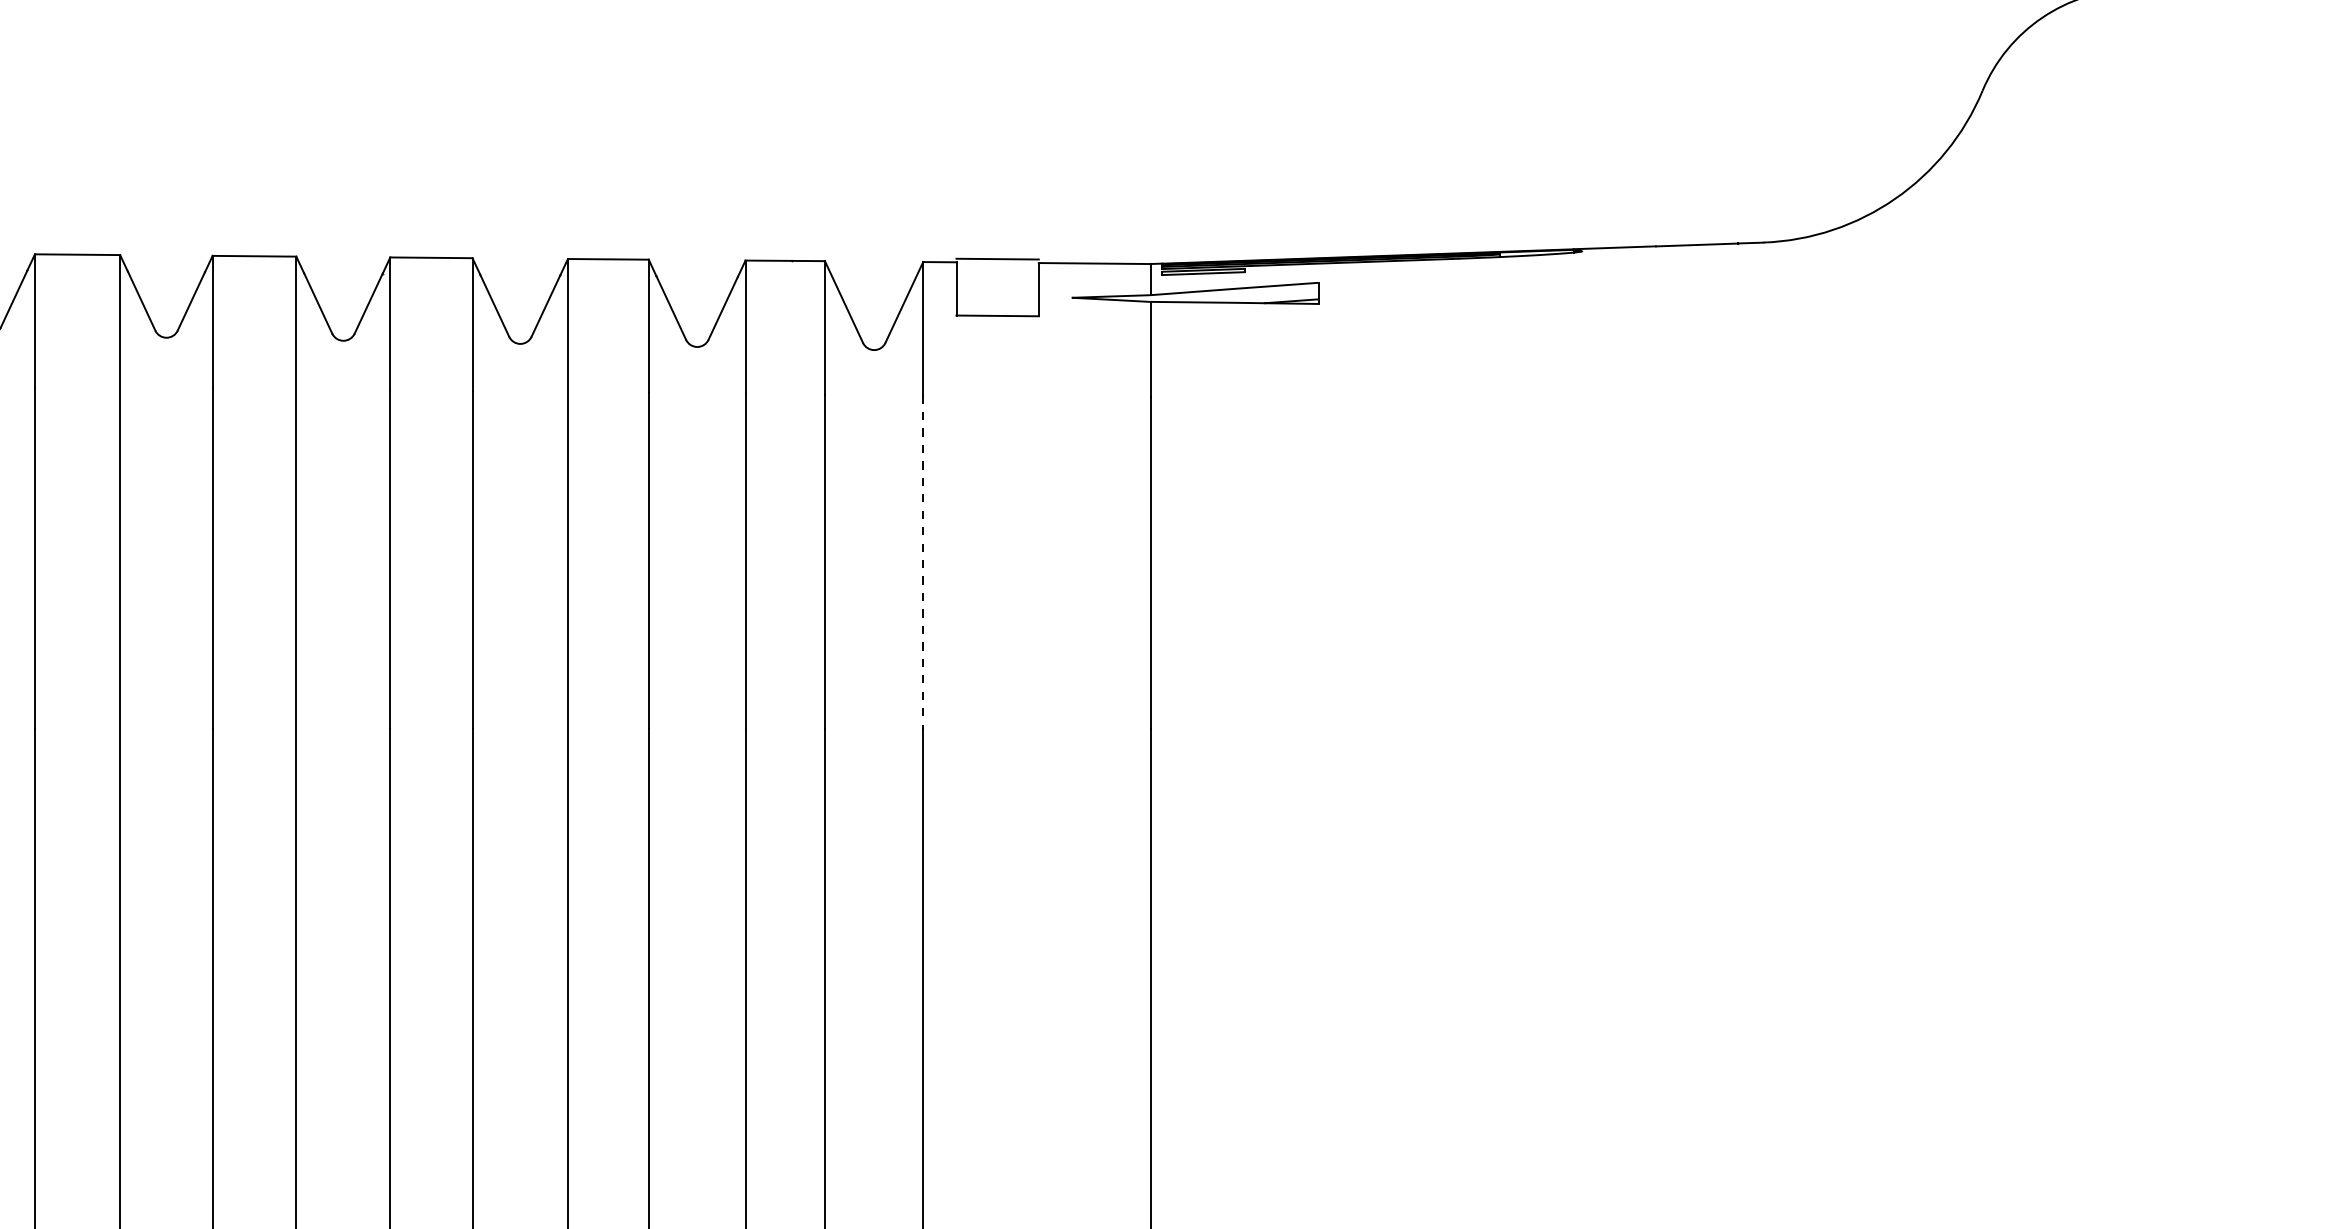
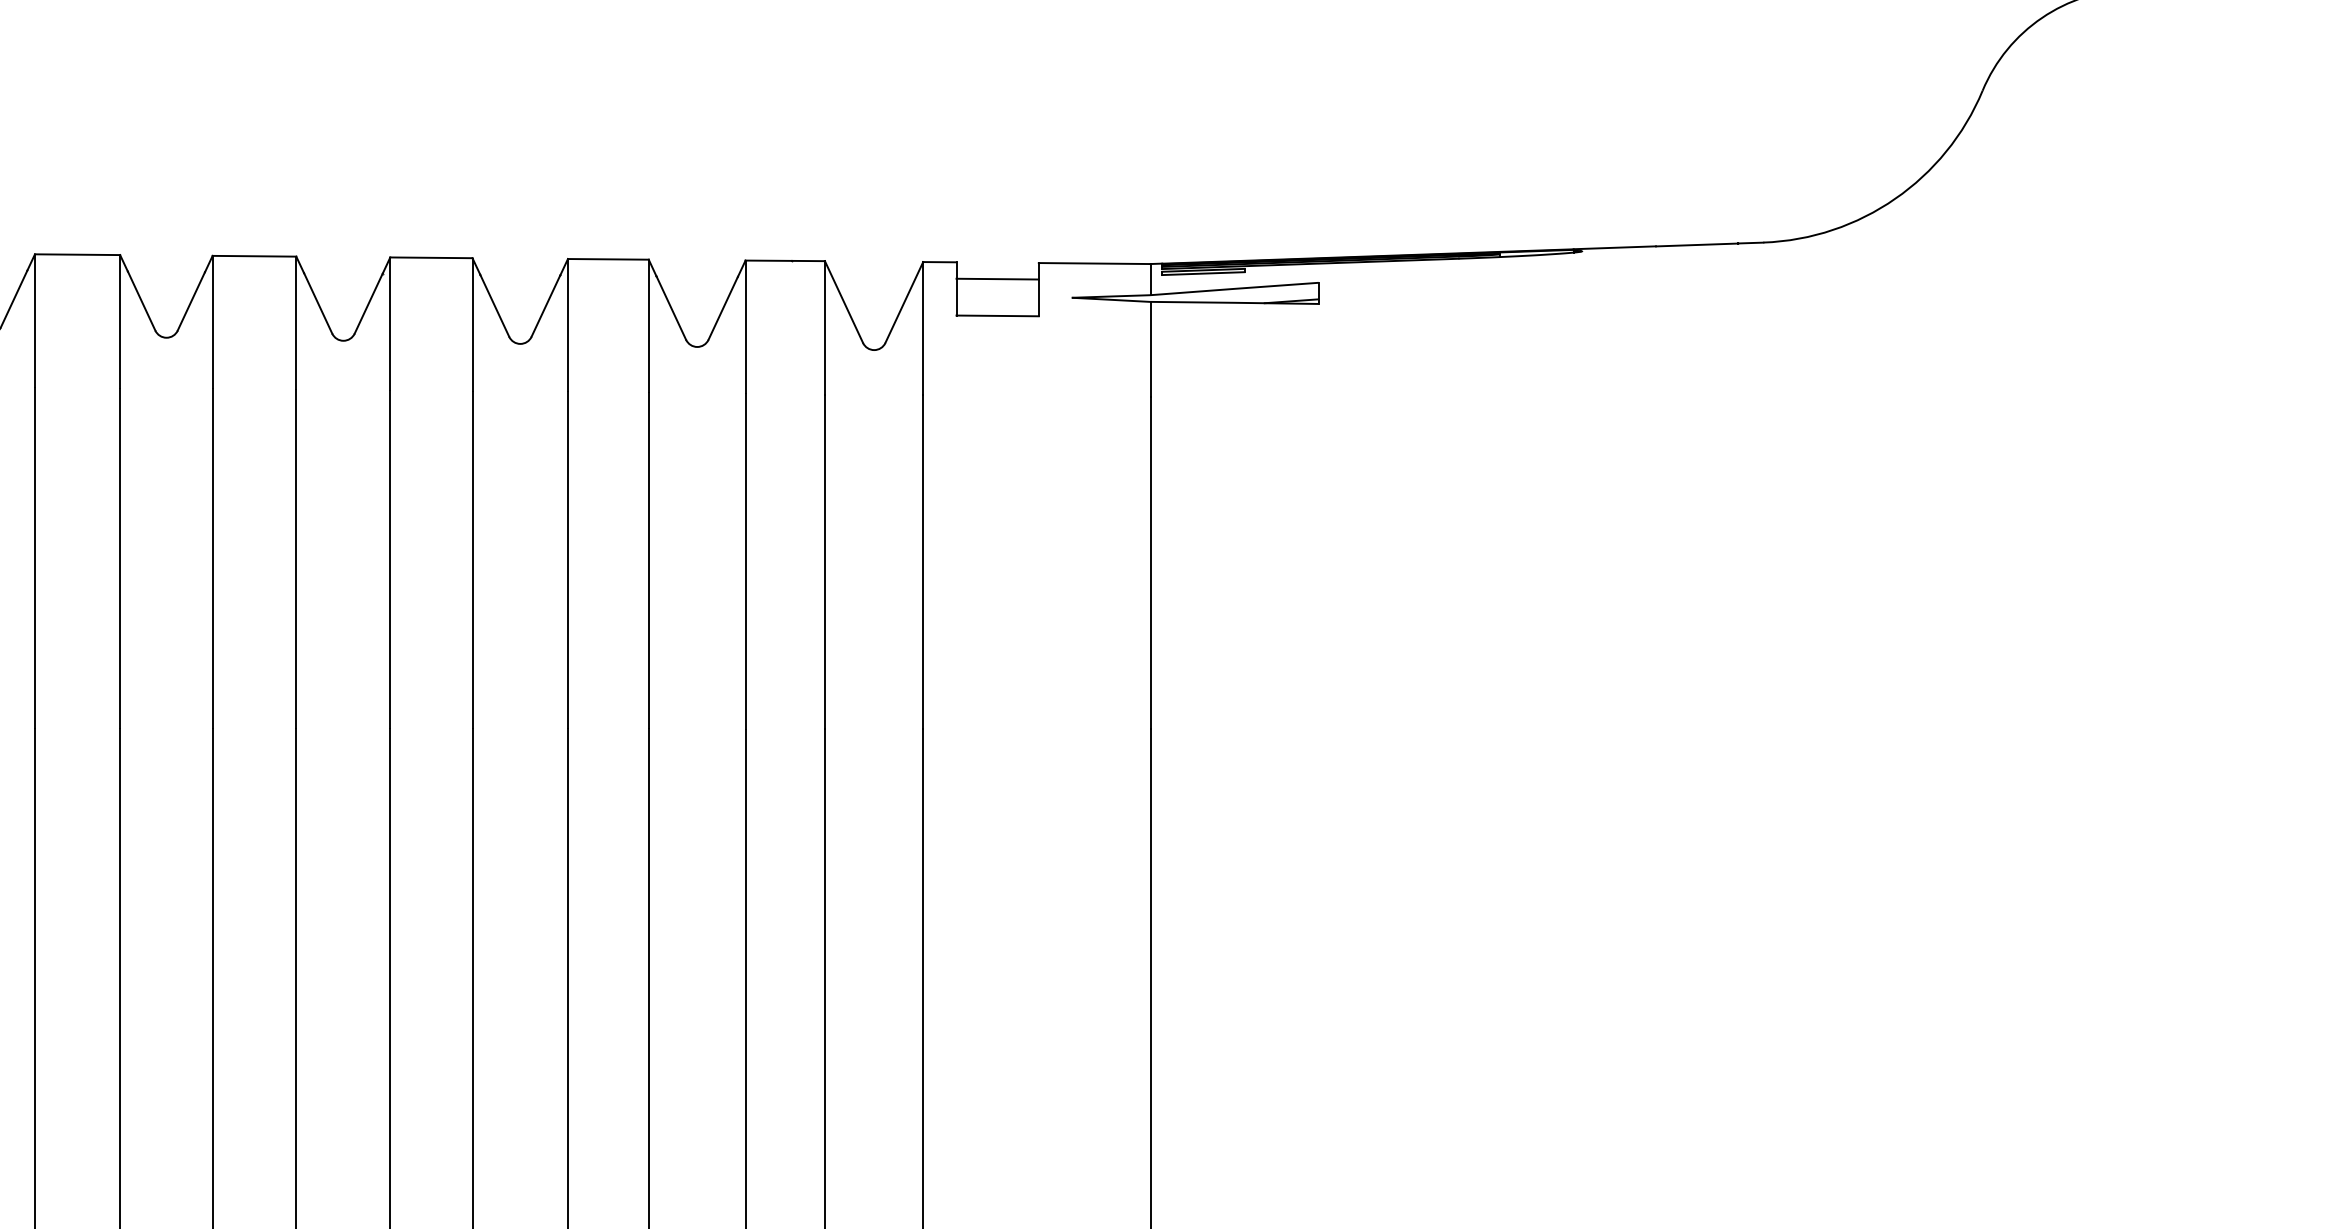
line at (997, 258) position: (997, 258) -> (997, 278)
line at (923, 562): dashed -> solid
